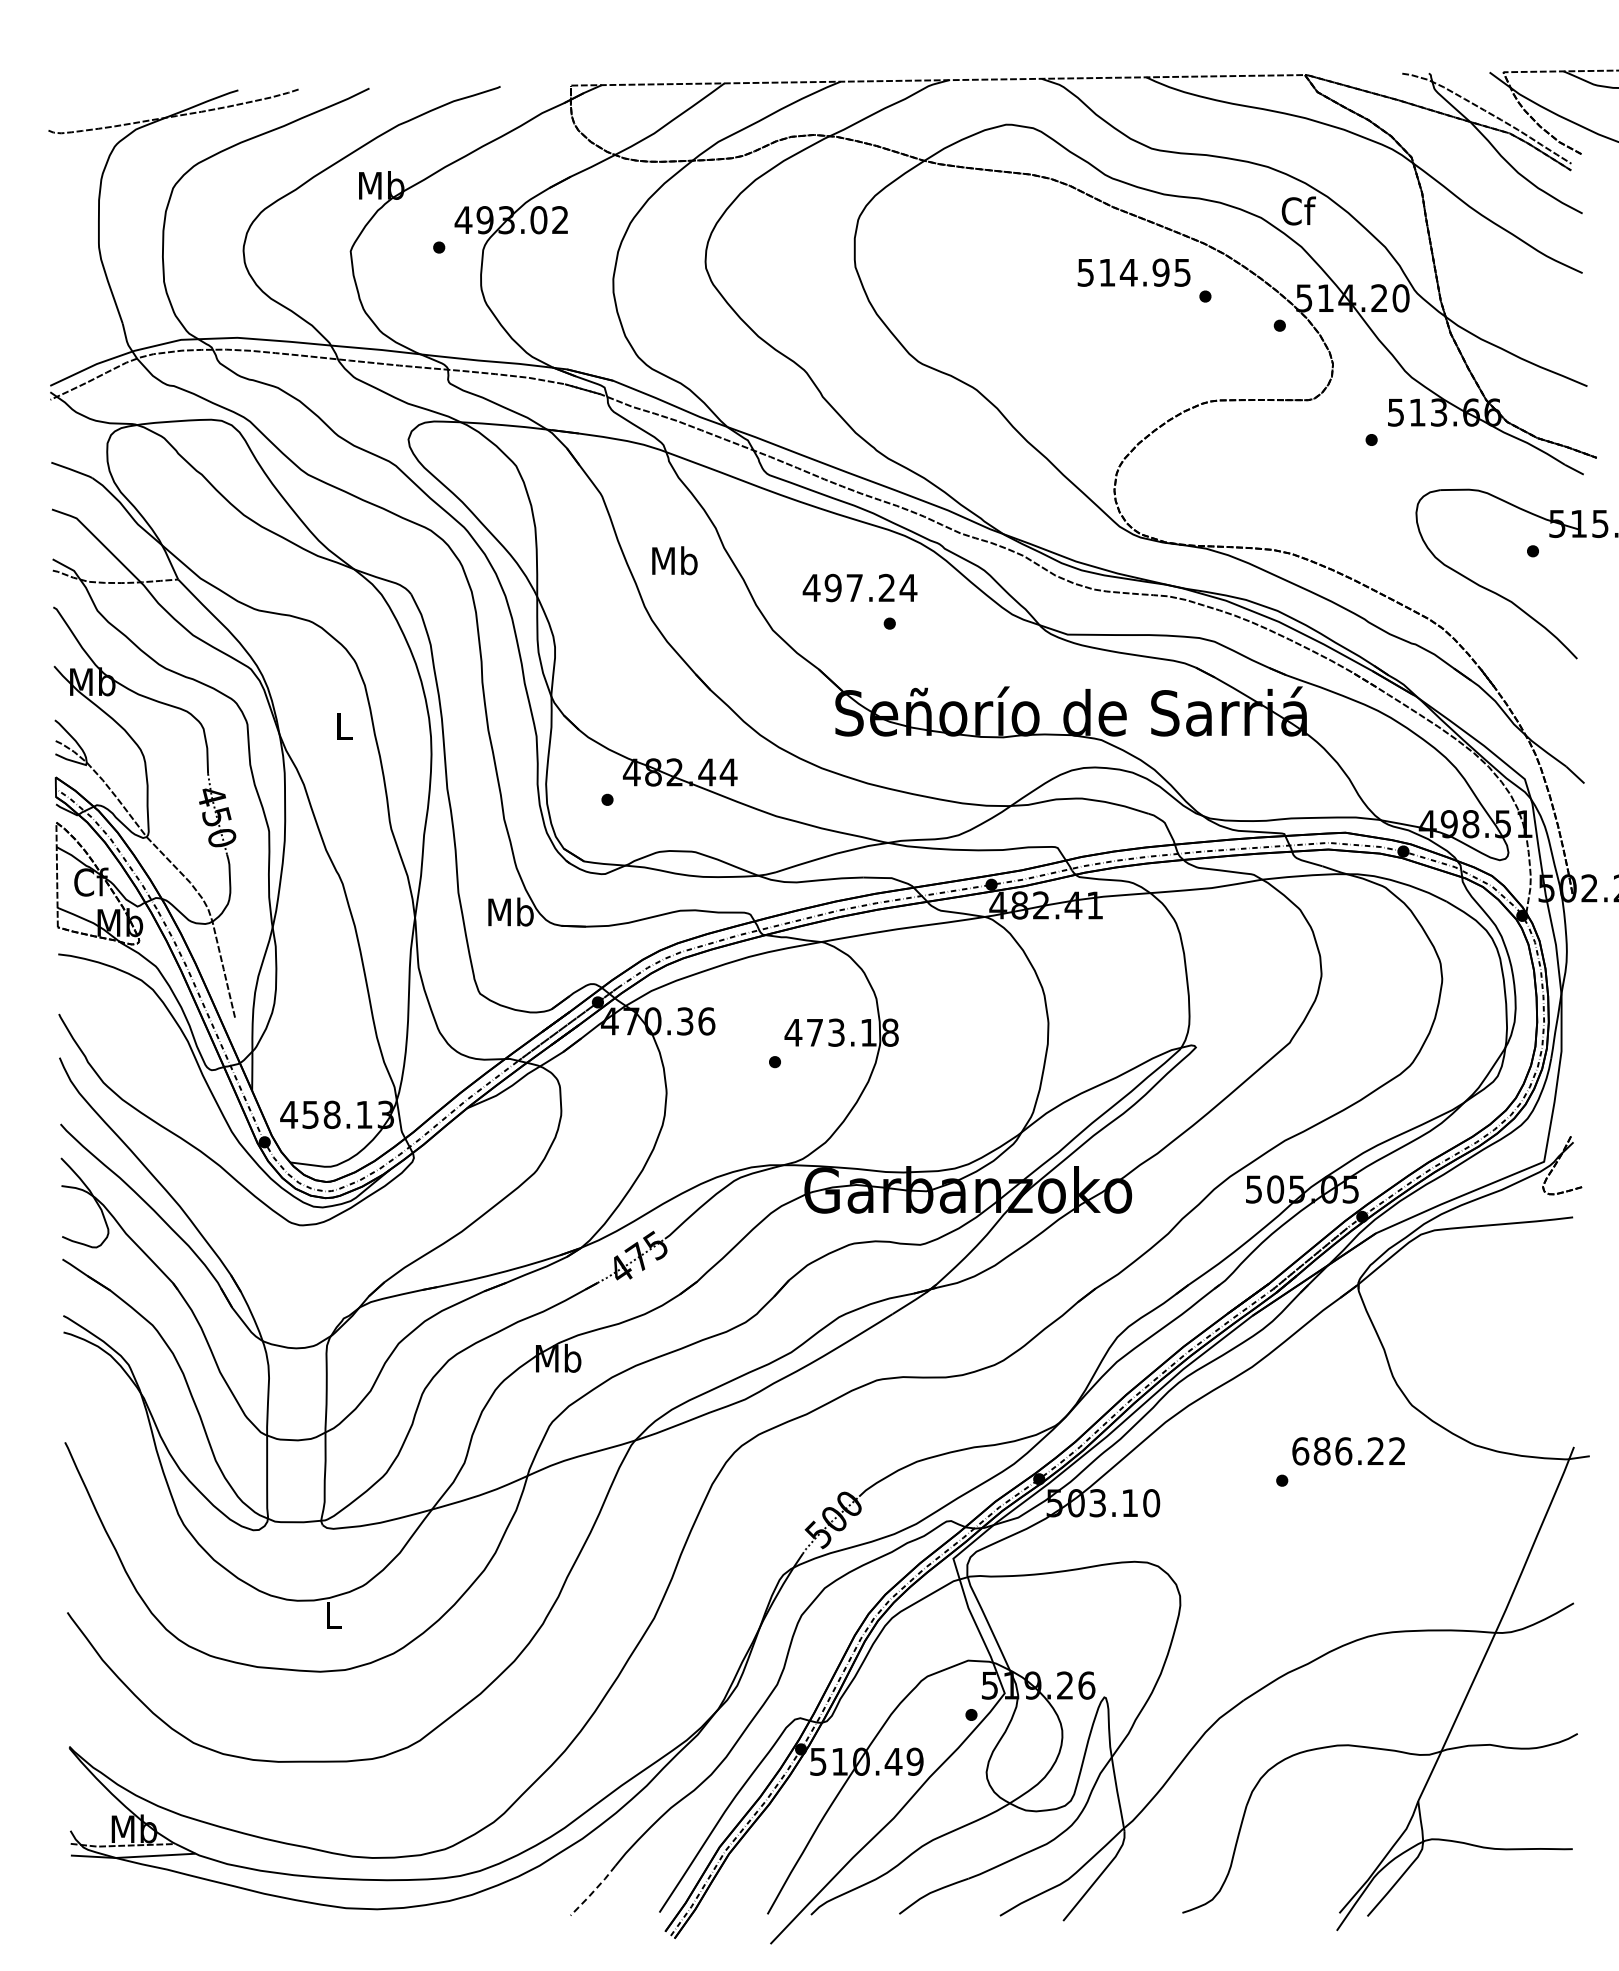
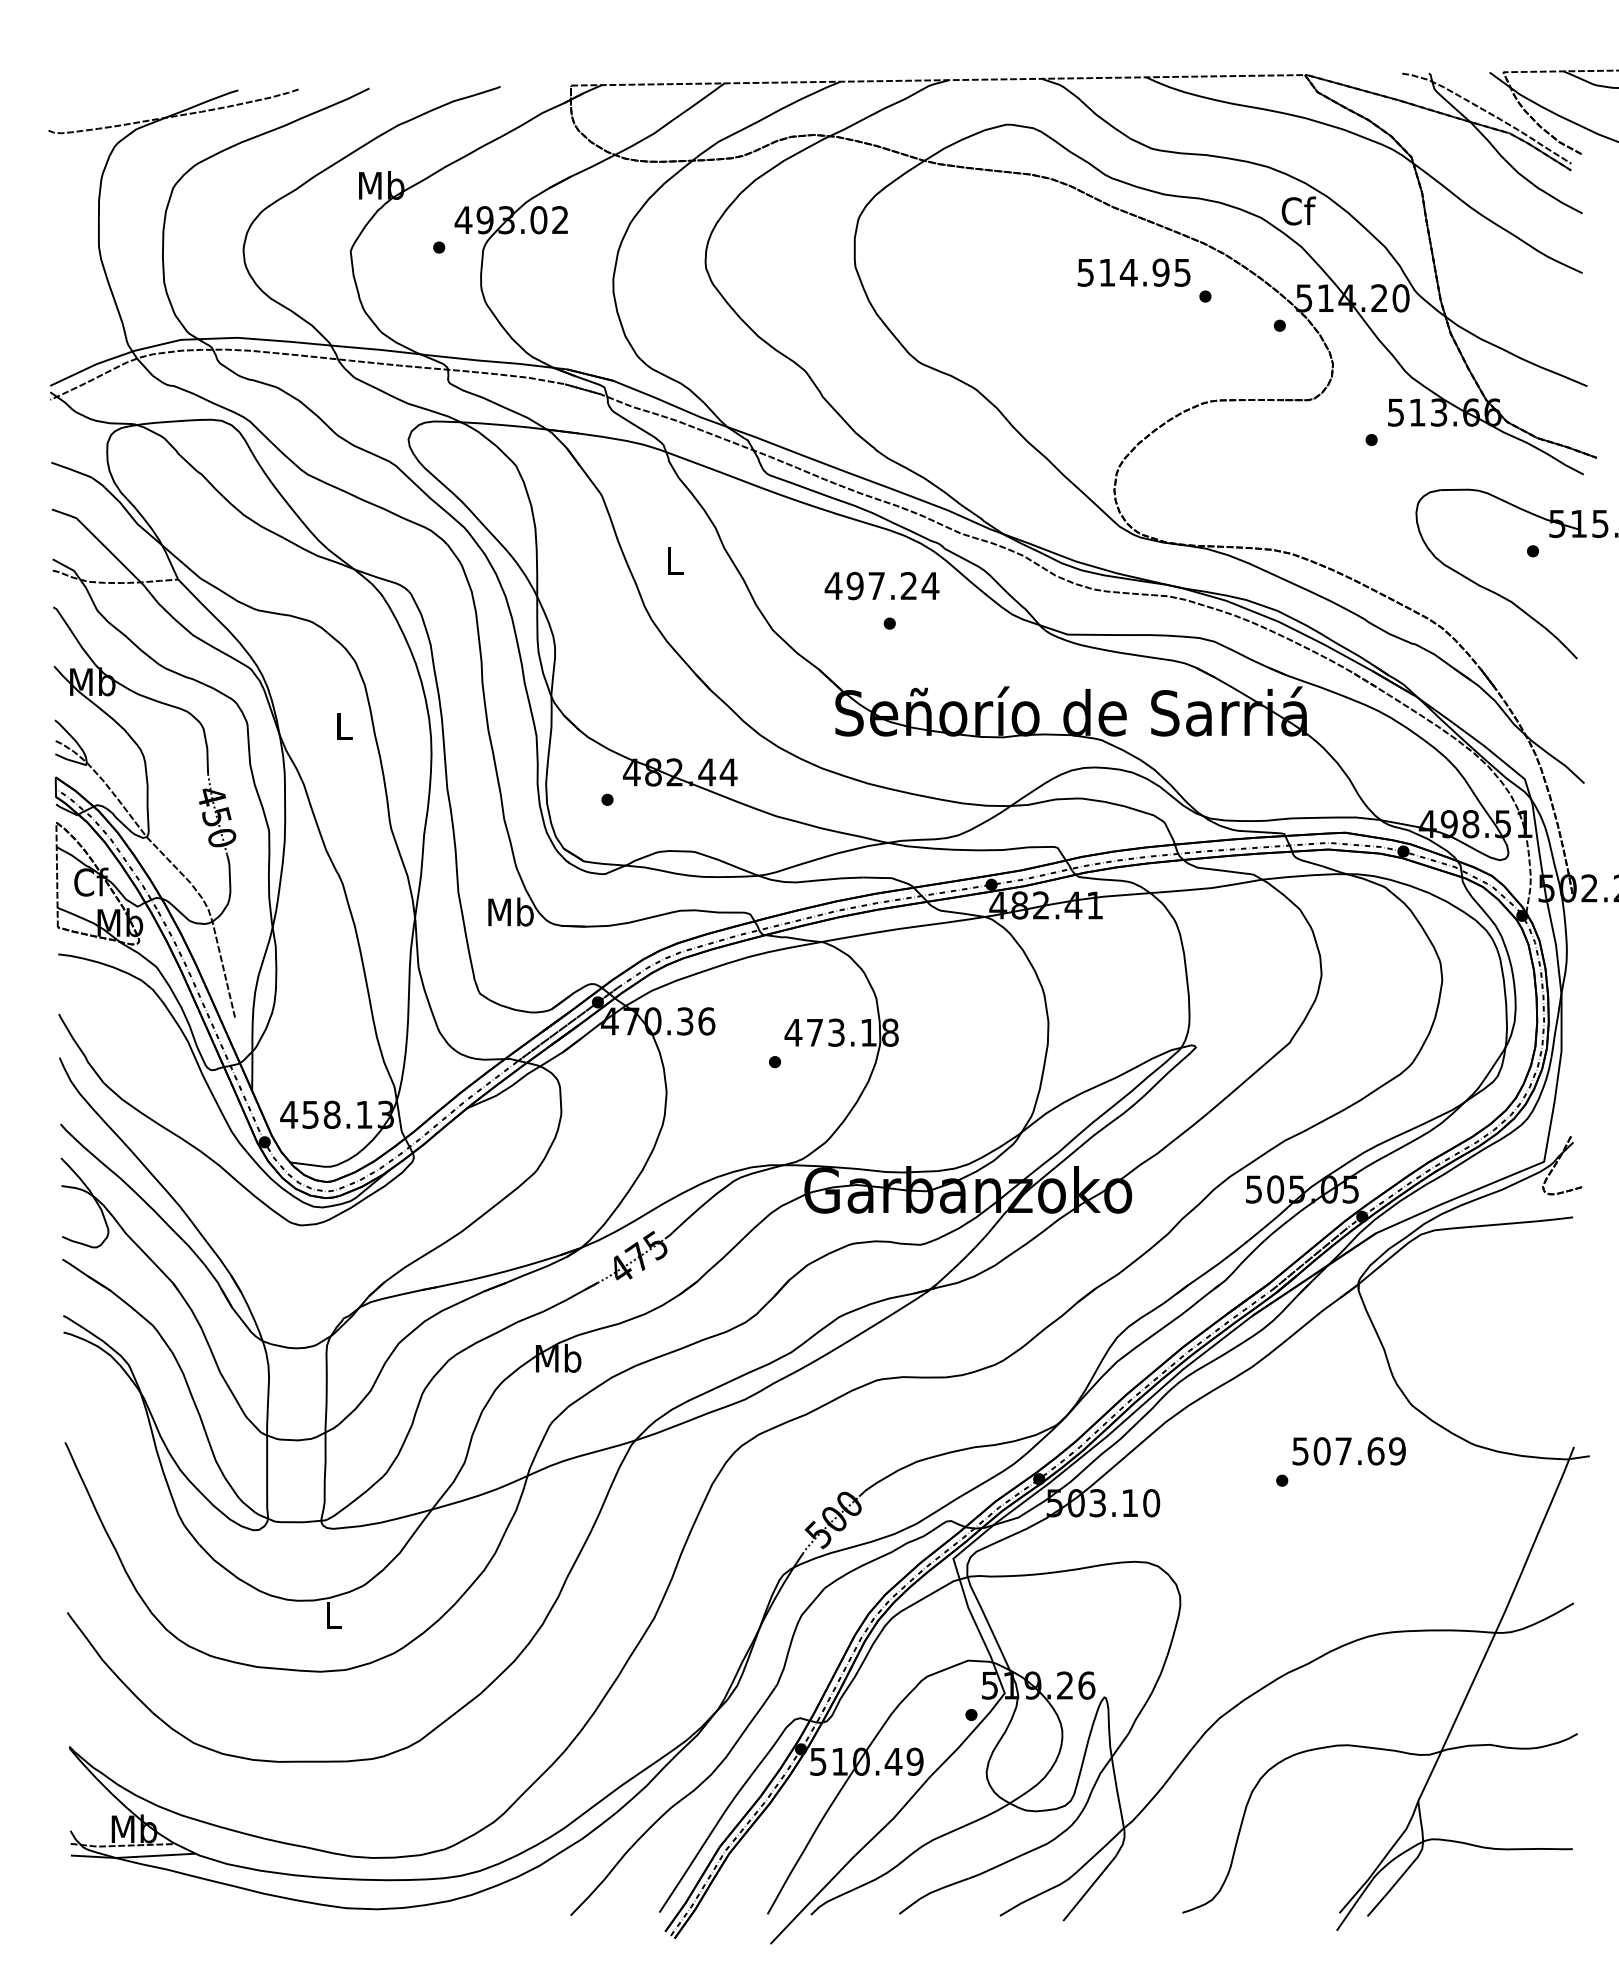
text at (674, 560): Mb -> L
text at (859, 587) position: (859, 587) -> (881, 585)
text at (1348, 1451): 686.22 -> 507.69
line at (593, 1891): dashed -> solid
